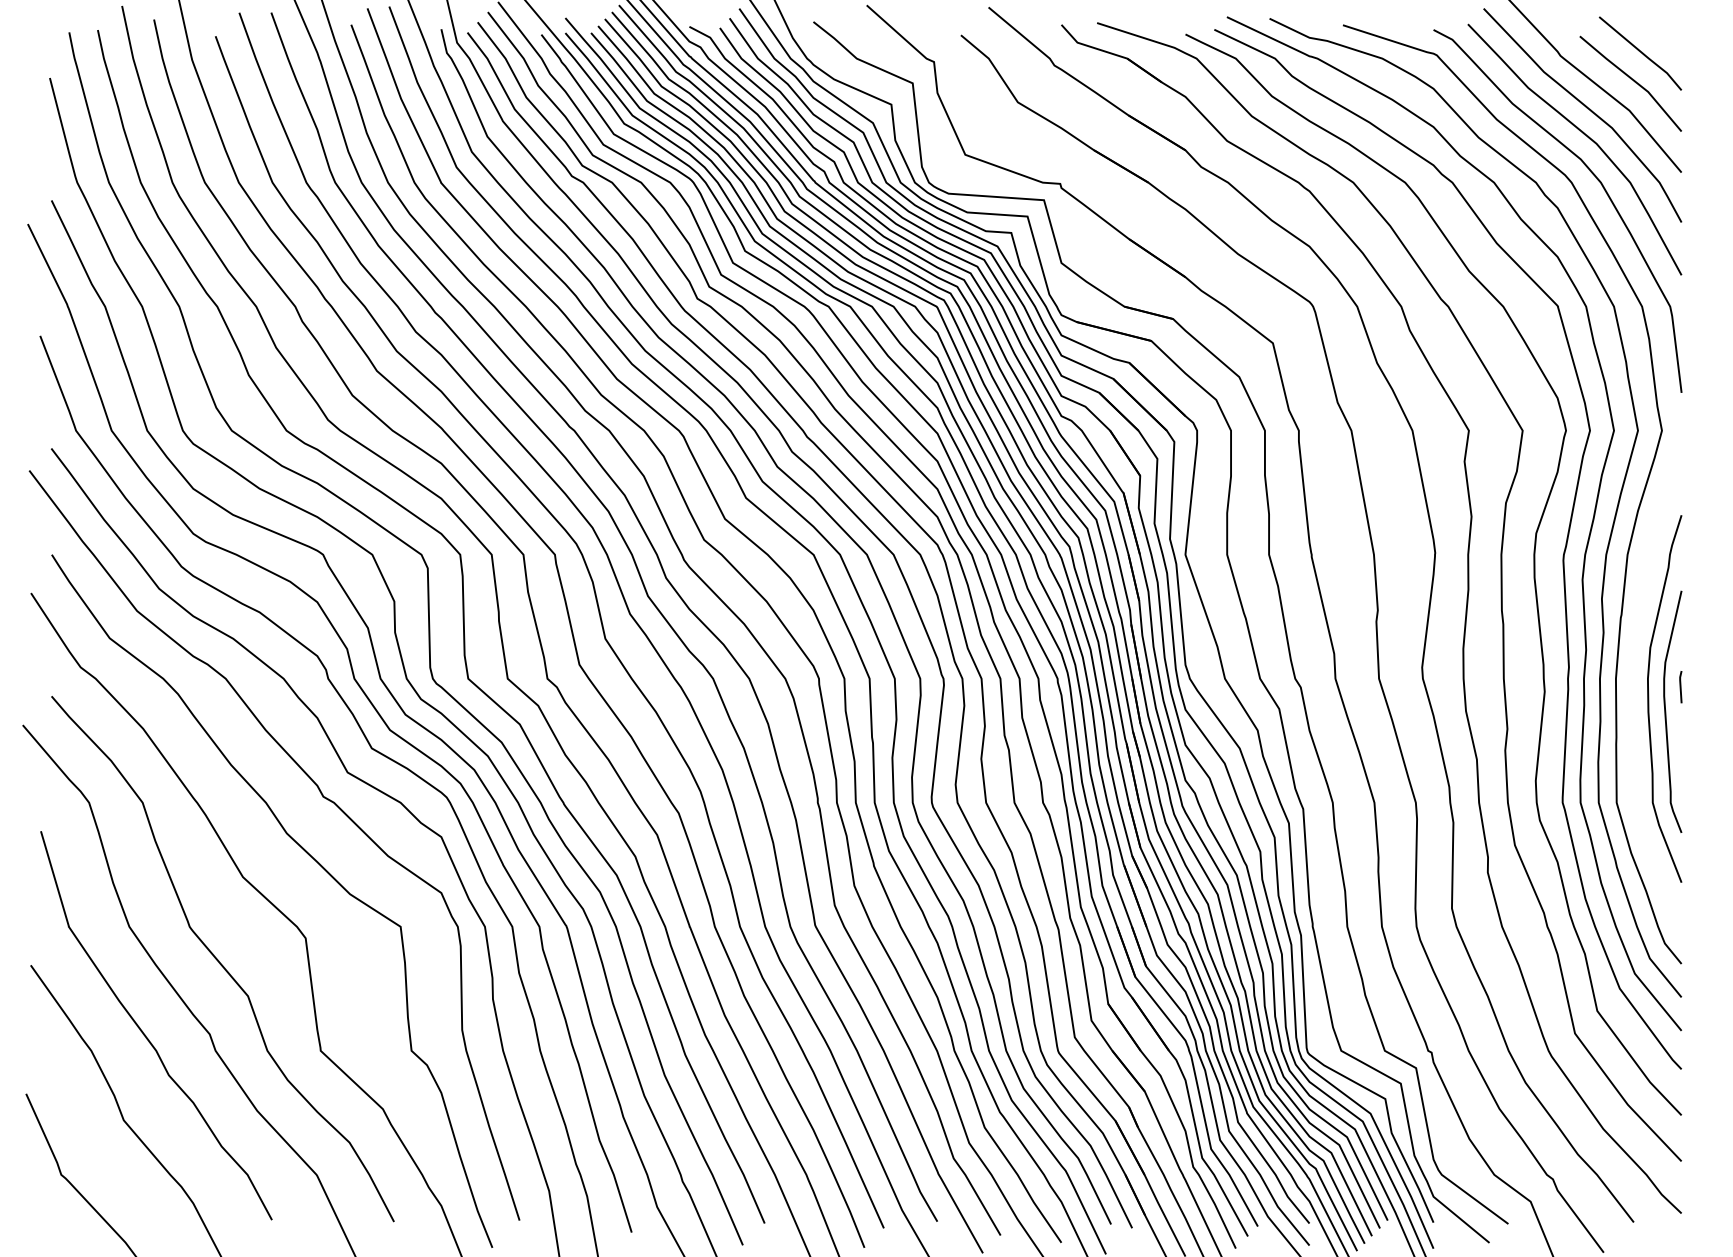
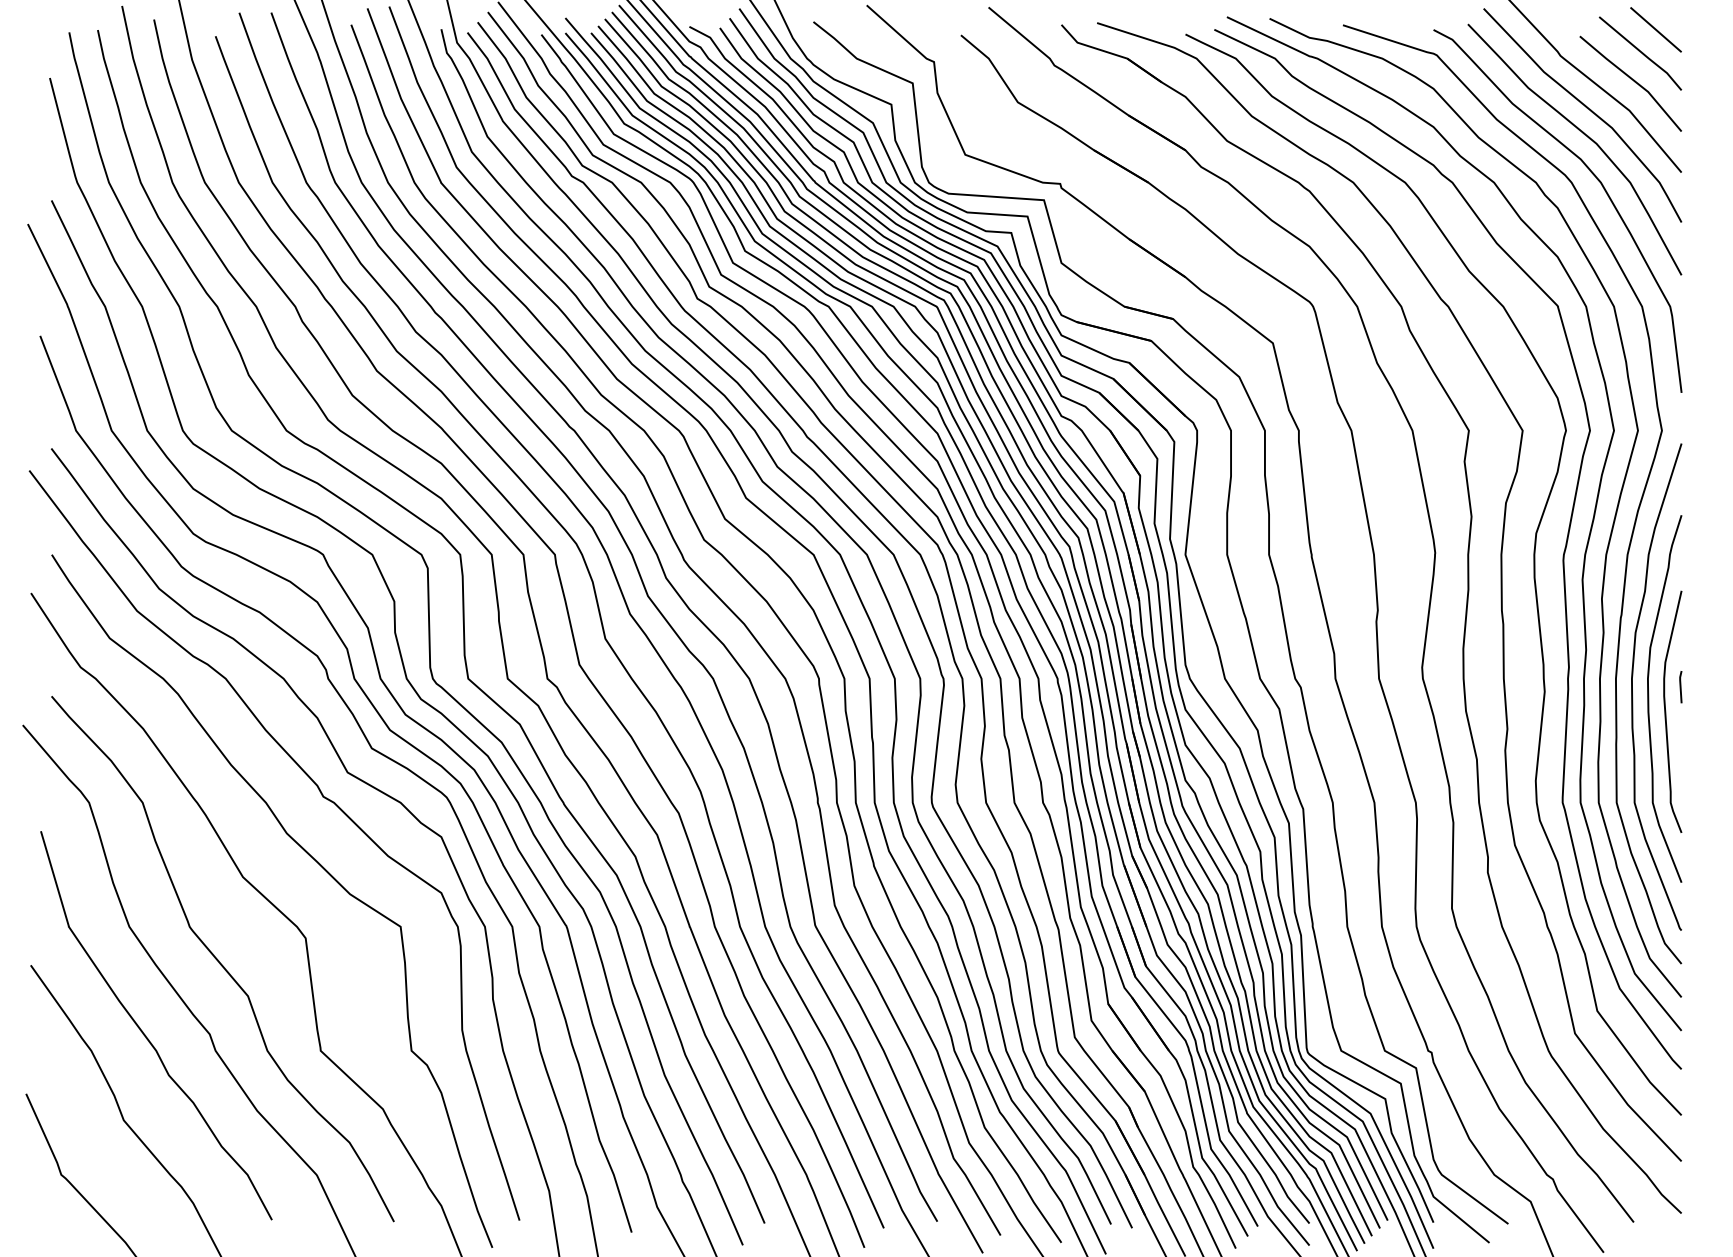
line at (1655, 29): none -> present
curve at (1632, 686): none -> present
